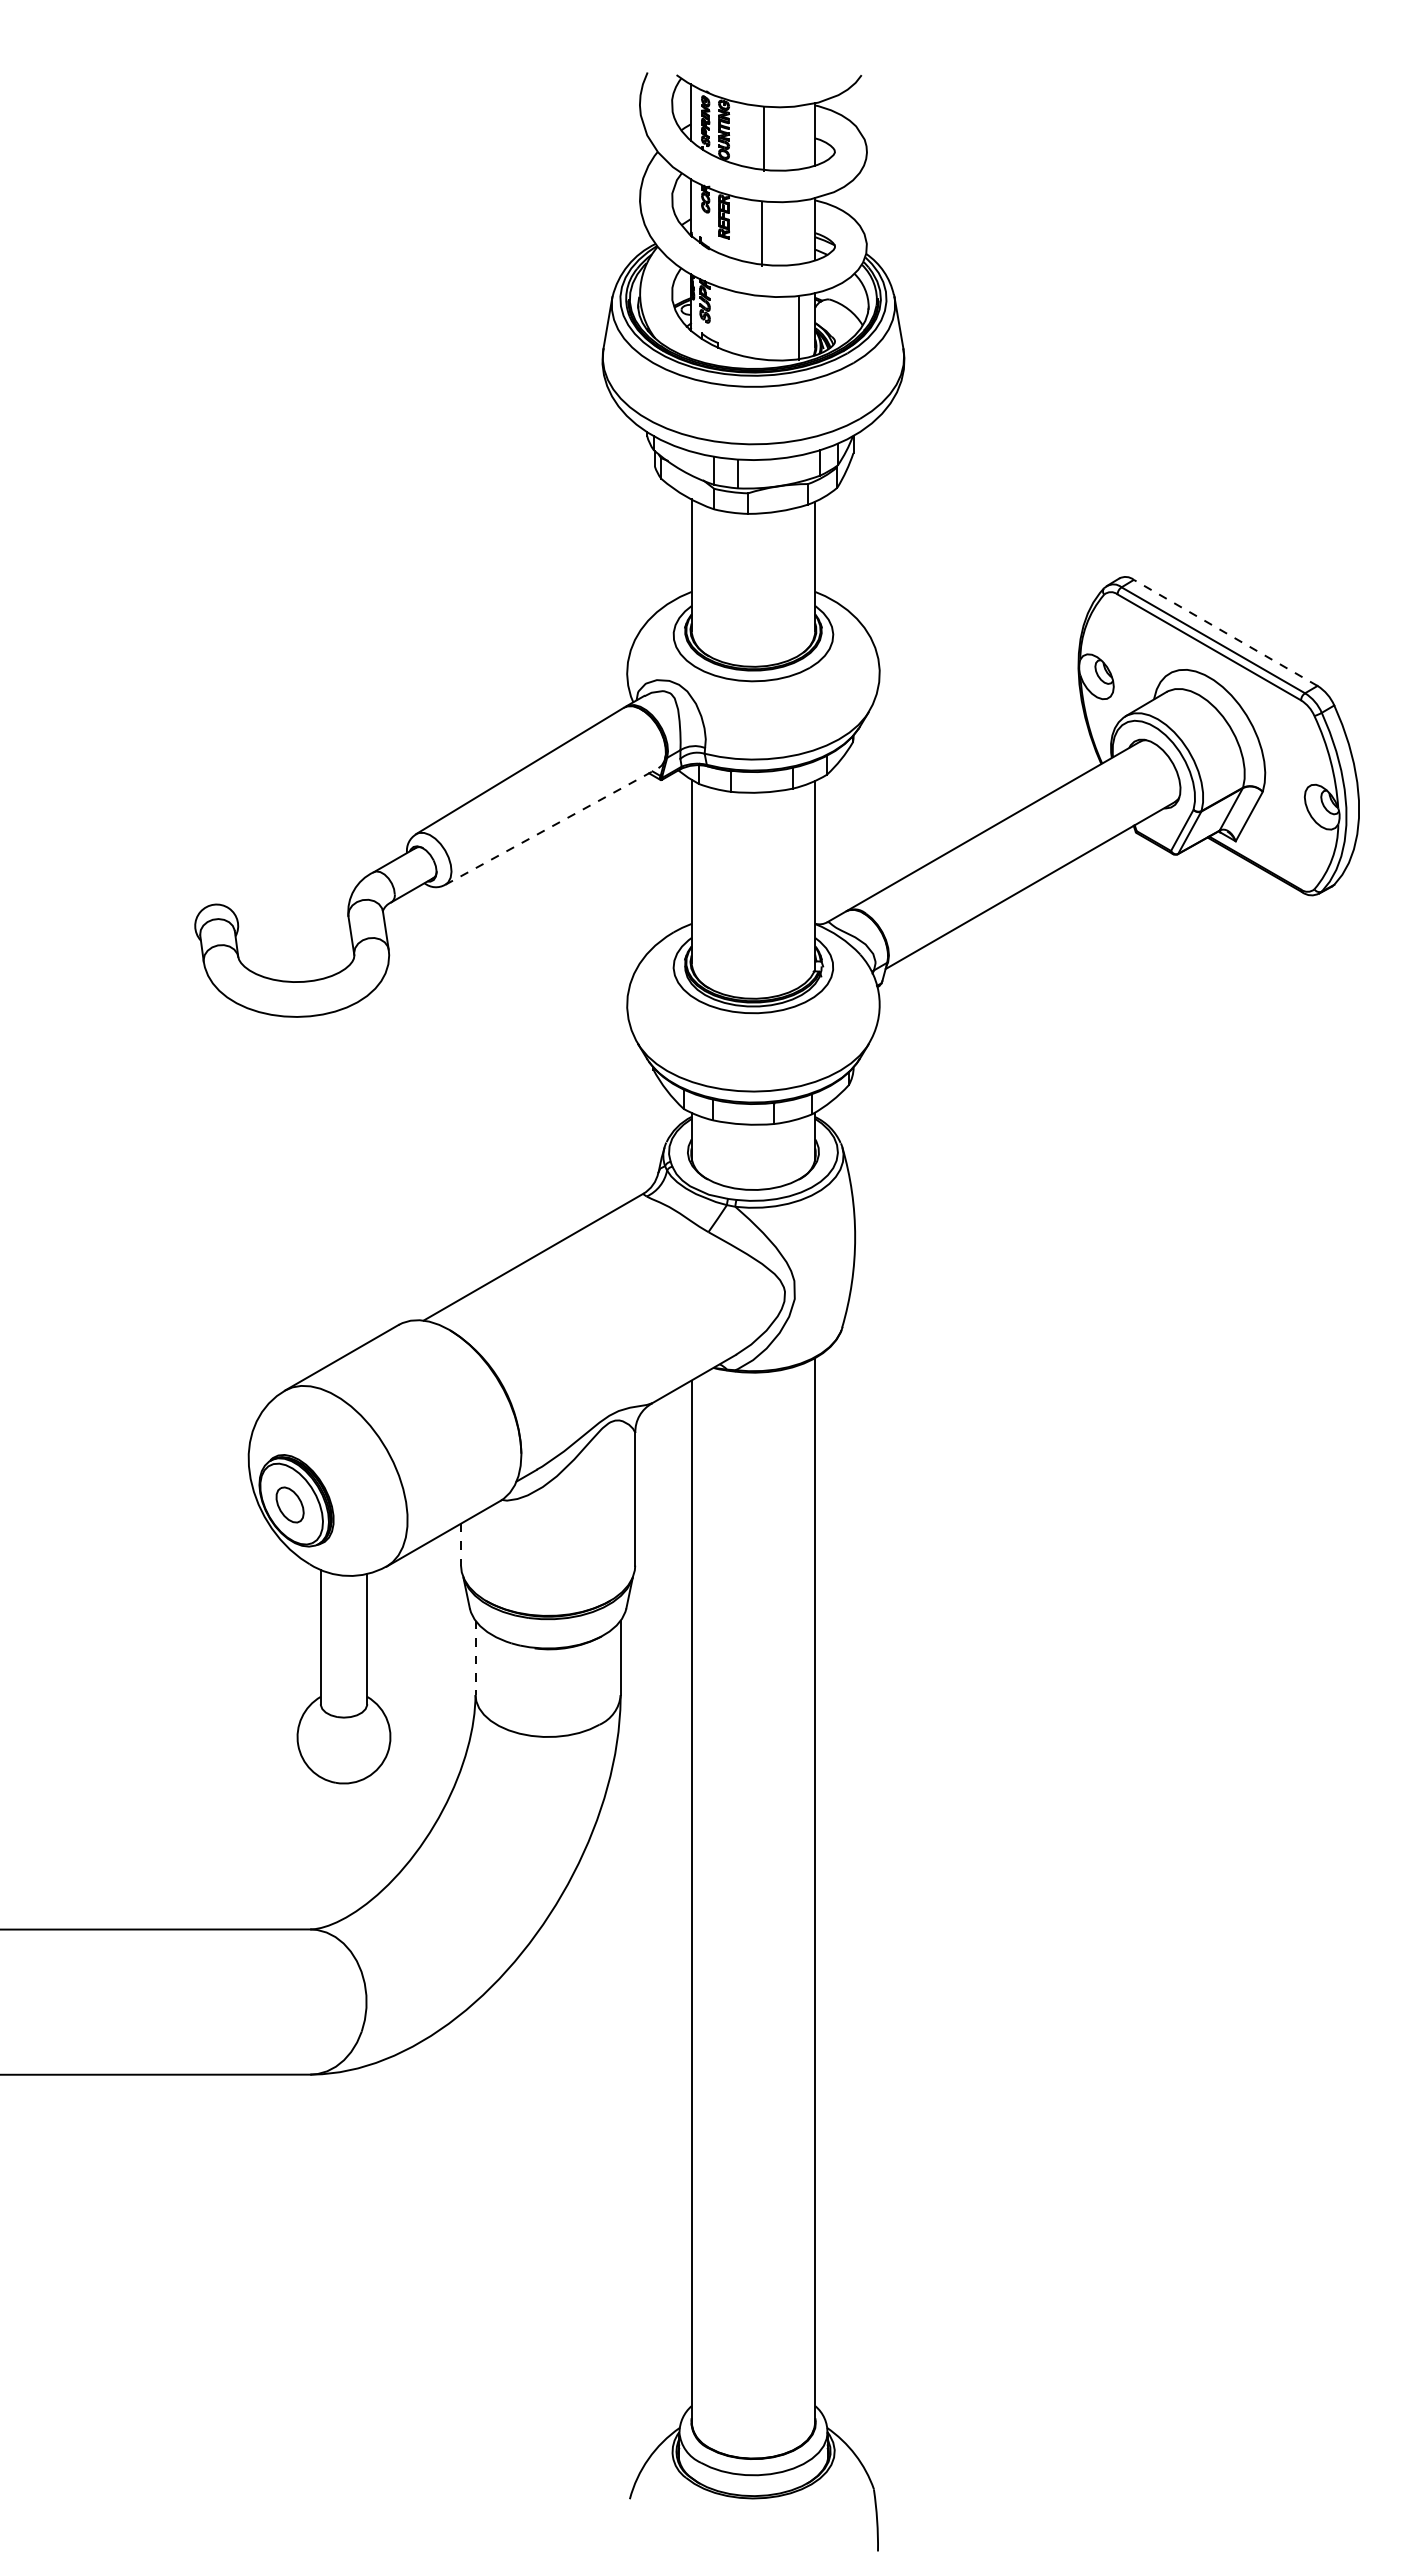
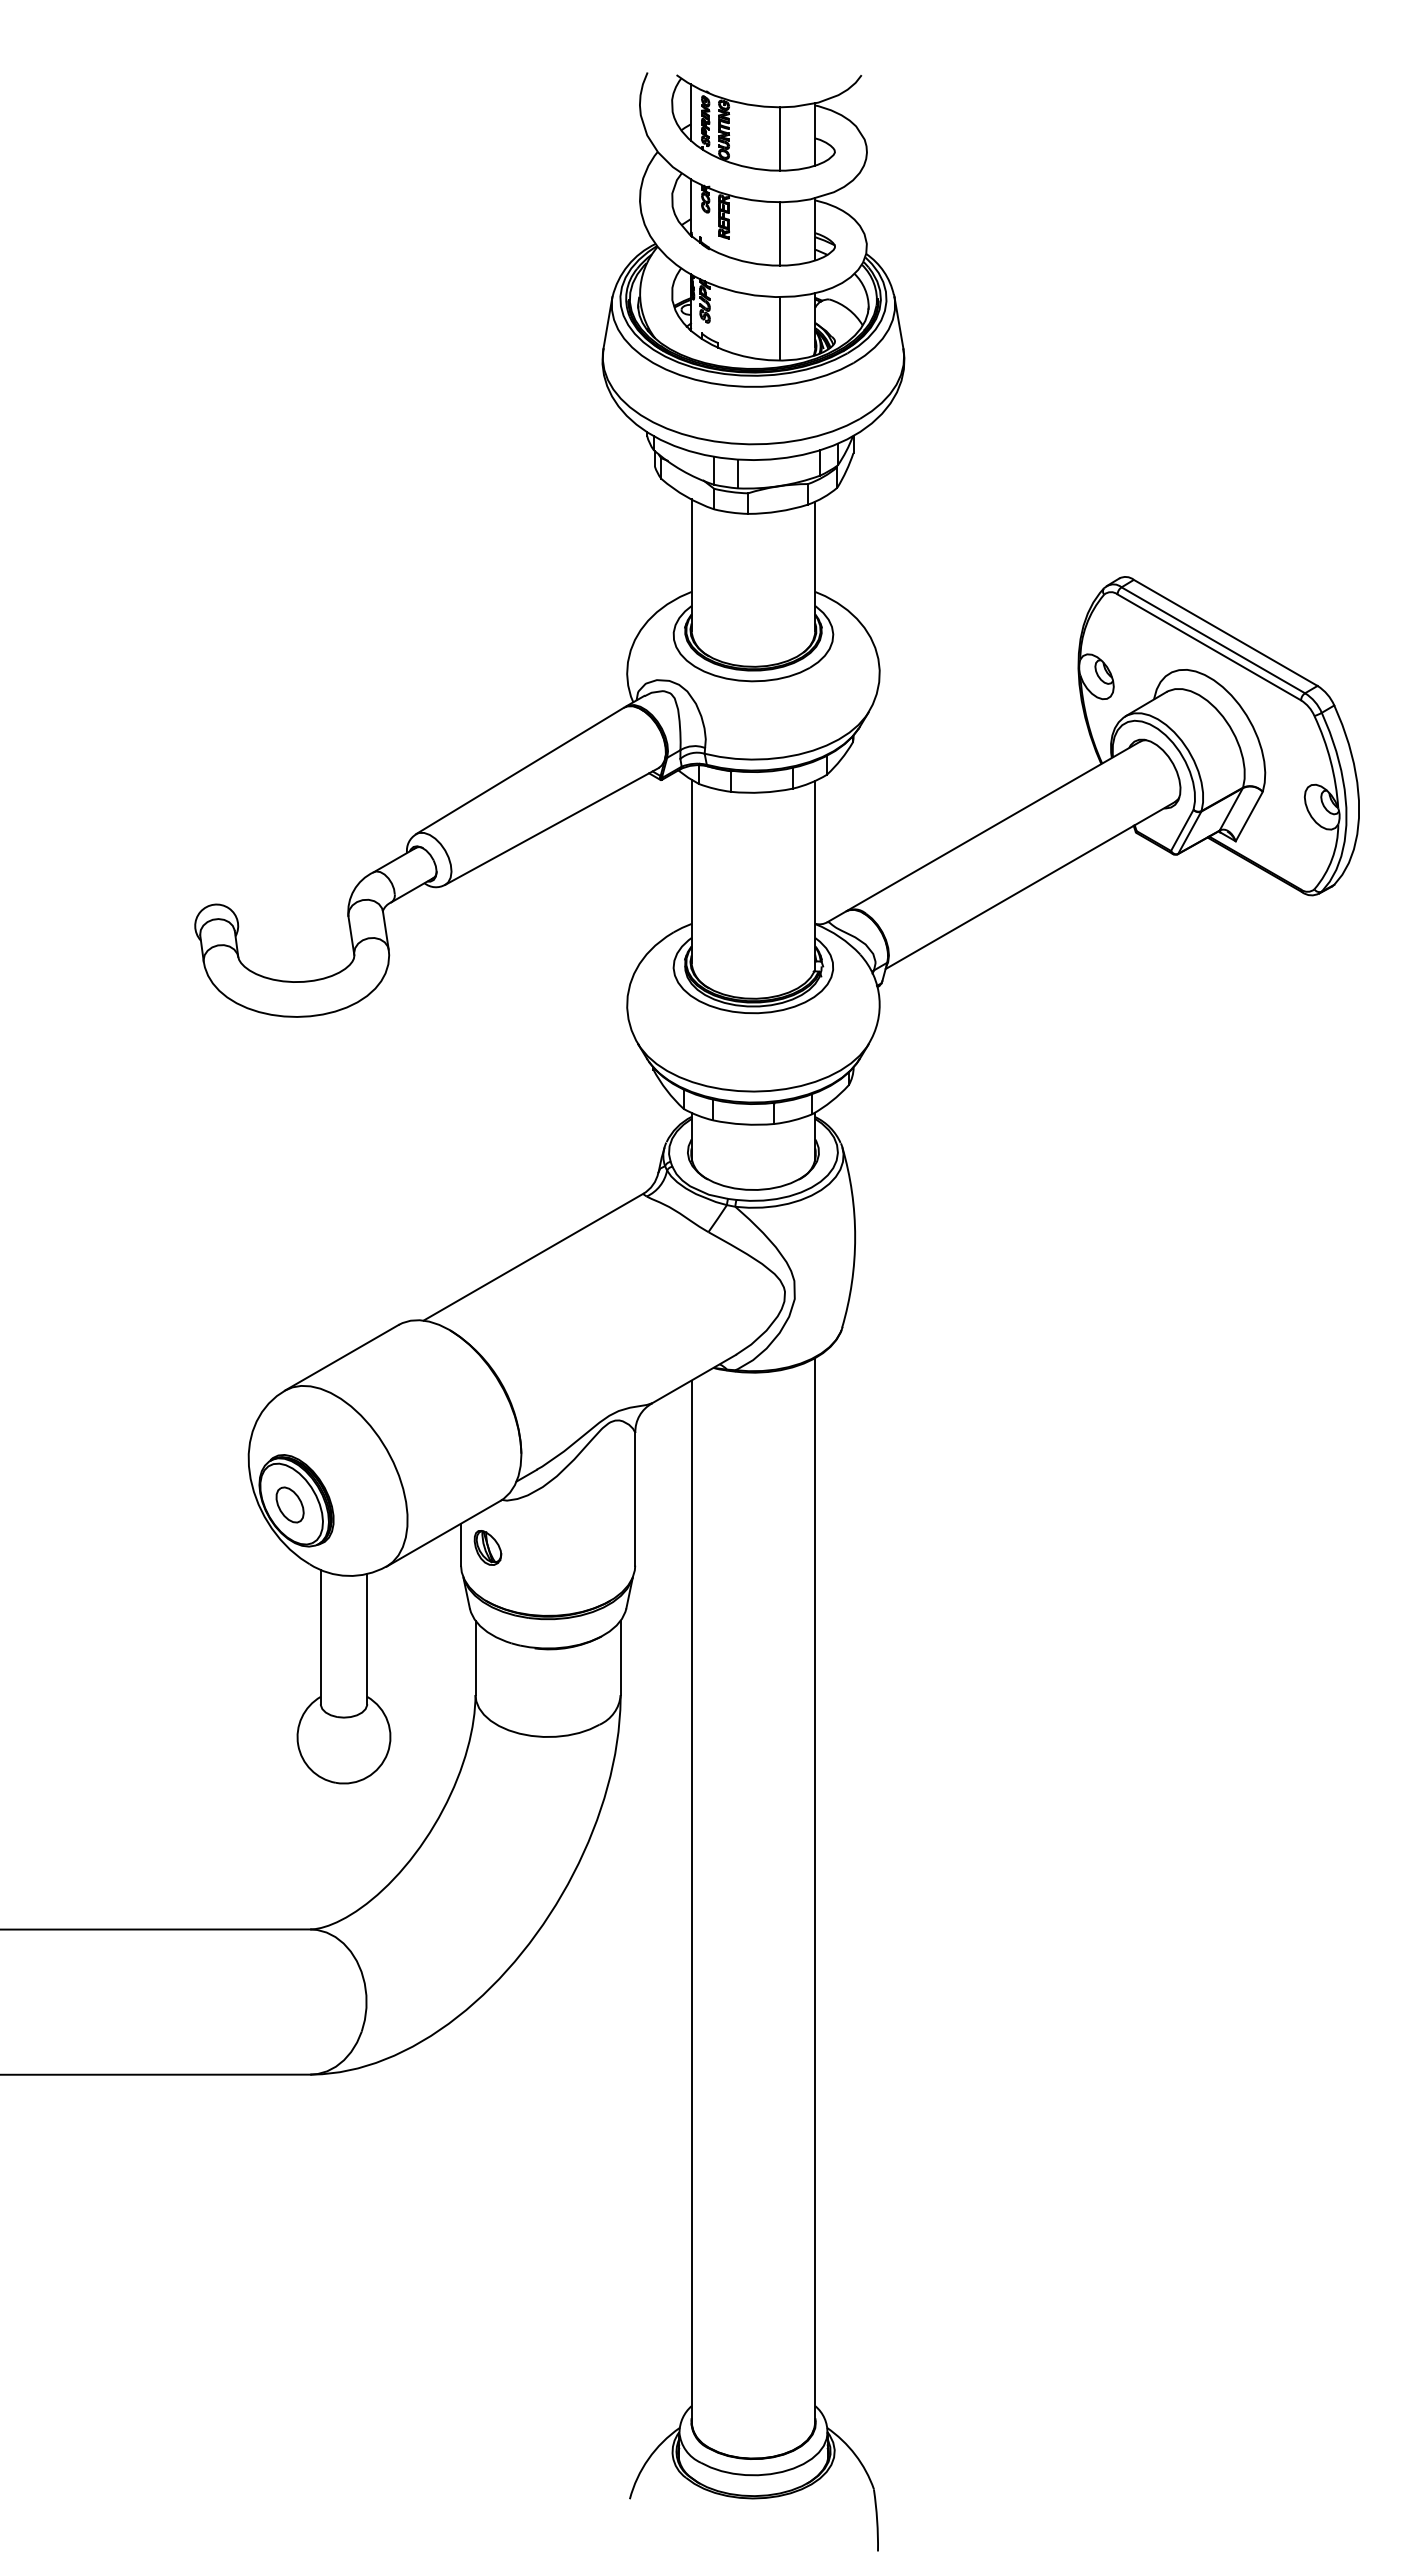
line at (763, 138) position: (763, 138) -> (779, 138)
line at (761, 233) position: (761, 233) -> (779, 233)
line at (798, 328) position: (798, 328) -> (779, 328)
line at (1225, 632): dashed -> solid
line at (551, 826): dashed -> solid
line at (461, 1544): dashed -> solid
part at (487, 1547): none -> present
line at (475, 1658): dashed -> solid
